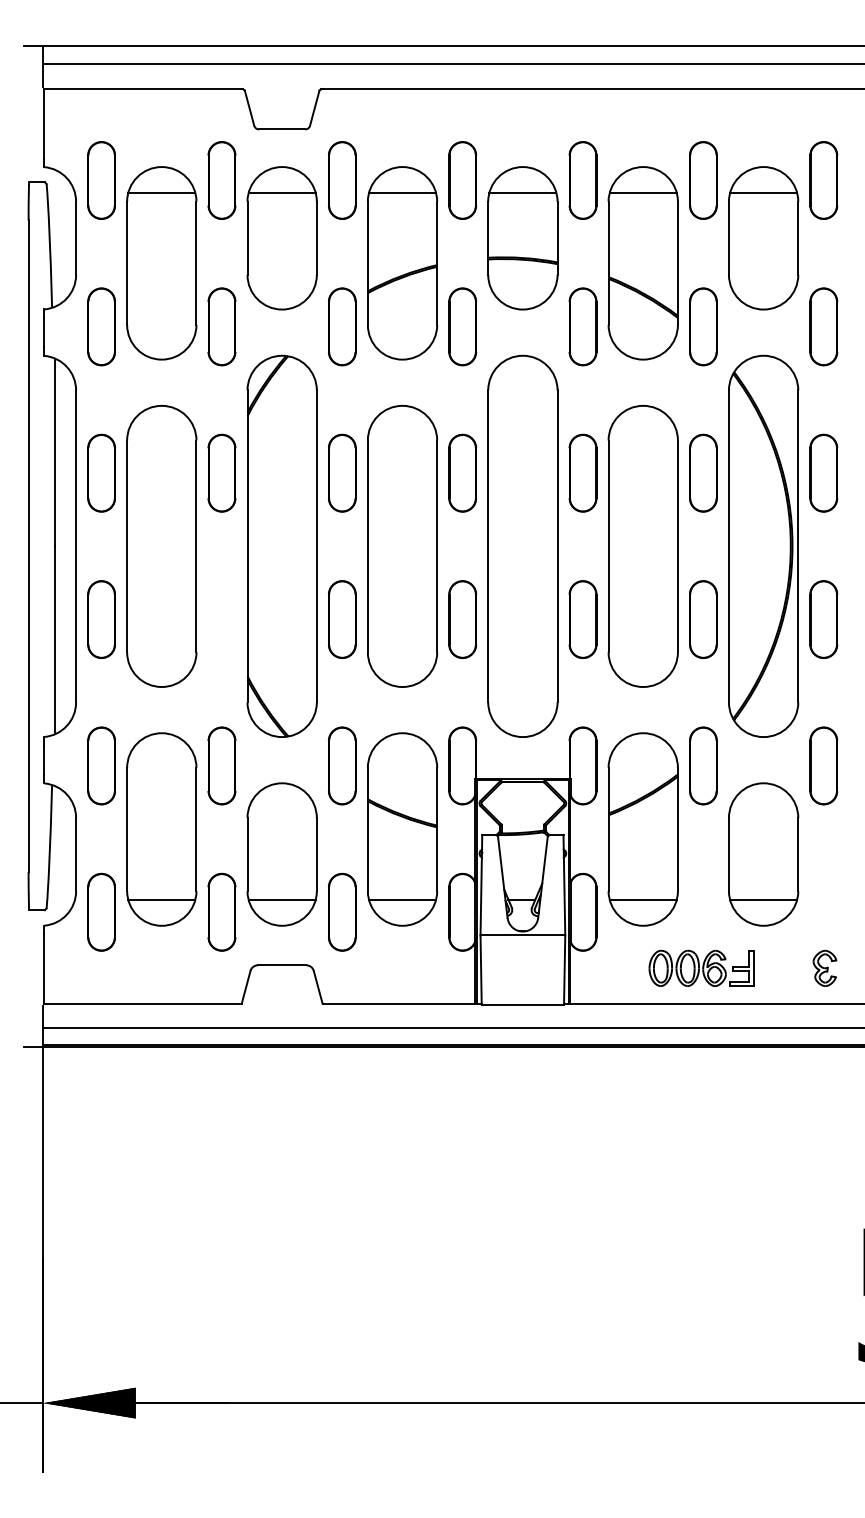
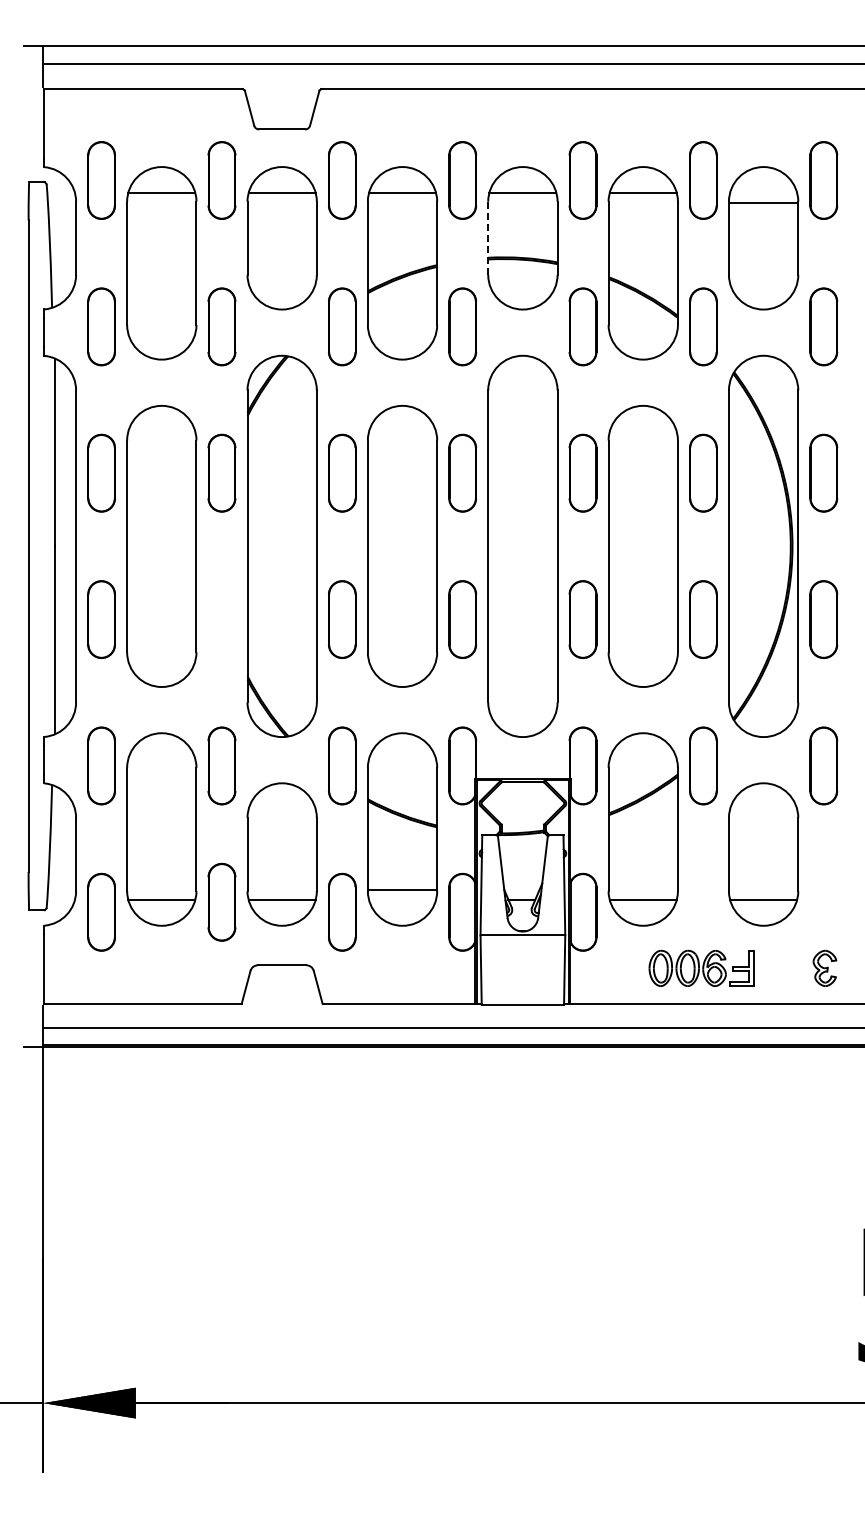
line at (763, 192) position: (763, 192) -> (763, 202)
line at (488, 238): solid -> dashed
line at (402, 899) position: (402, 899) -> (402, 889)
part at (221, 911) position: (221, 911) -> (221, 901)
